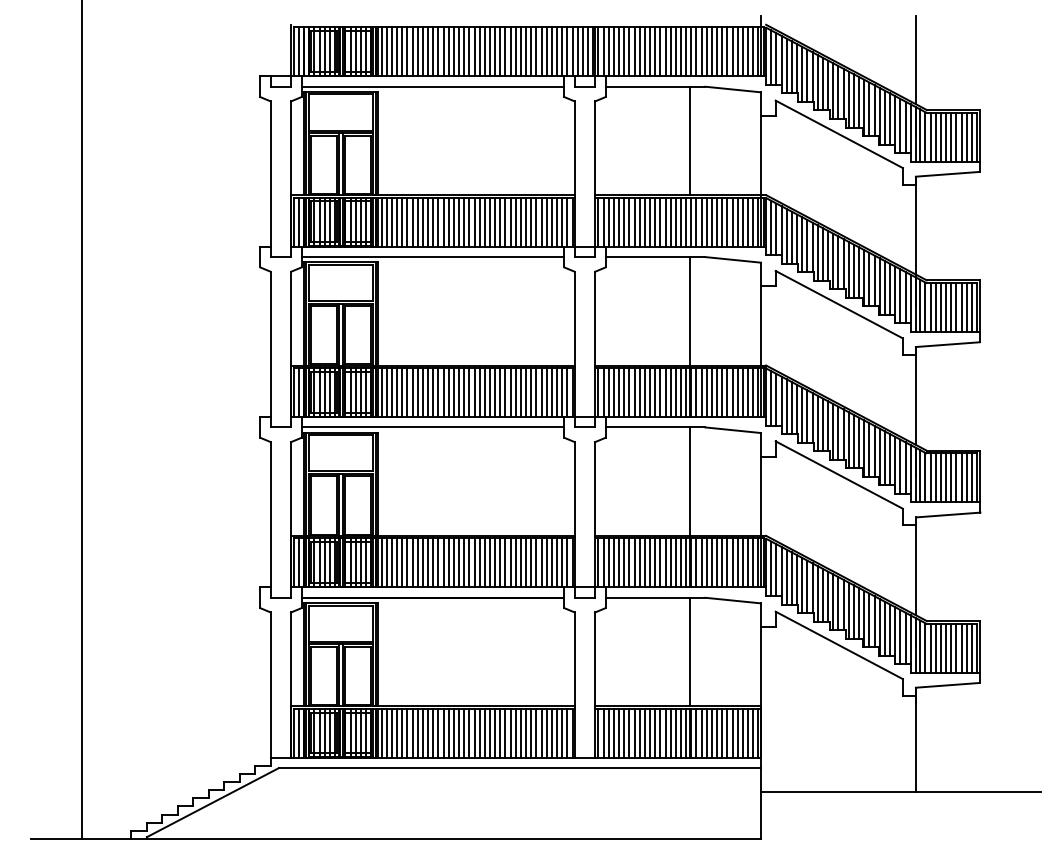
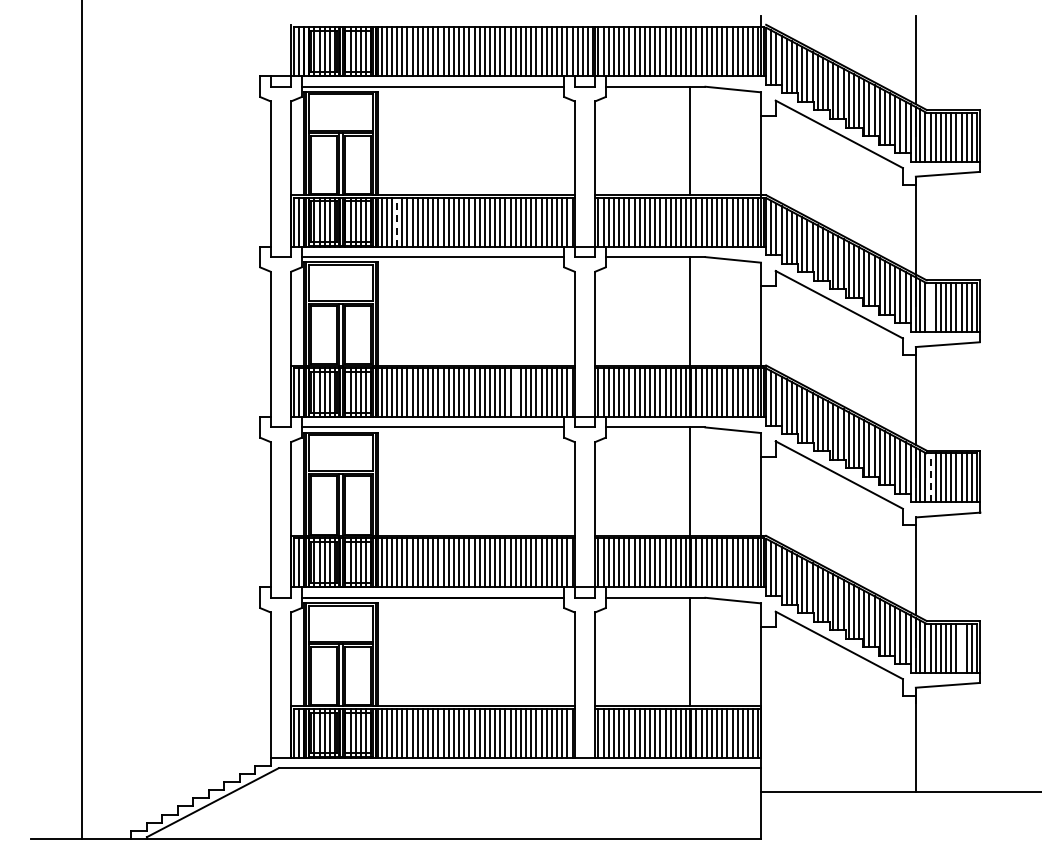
line at (397, 222): solid -> dashed
line at (930, 306): present -> none
line at (515, 392): present -> none
line at (930, 477): solid -> dashed
line at (961, 647): present -> none
